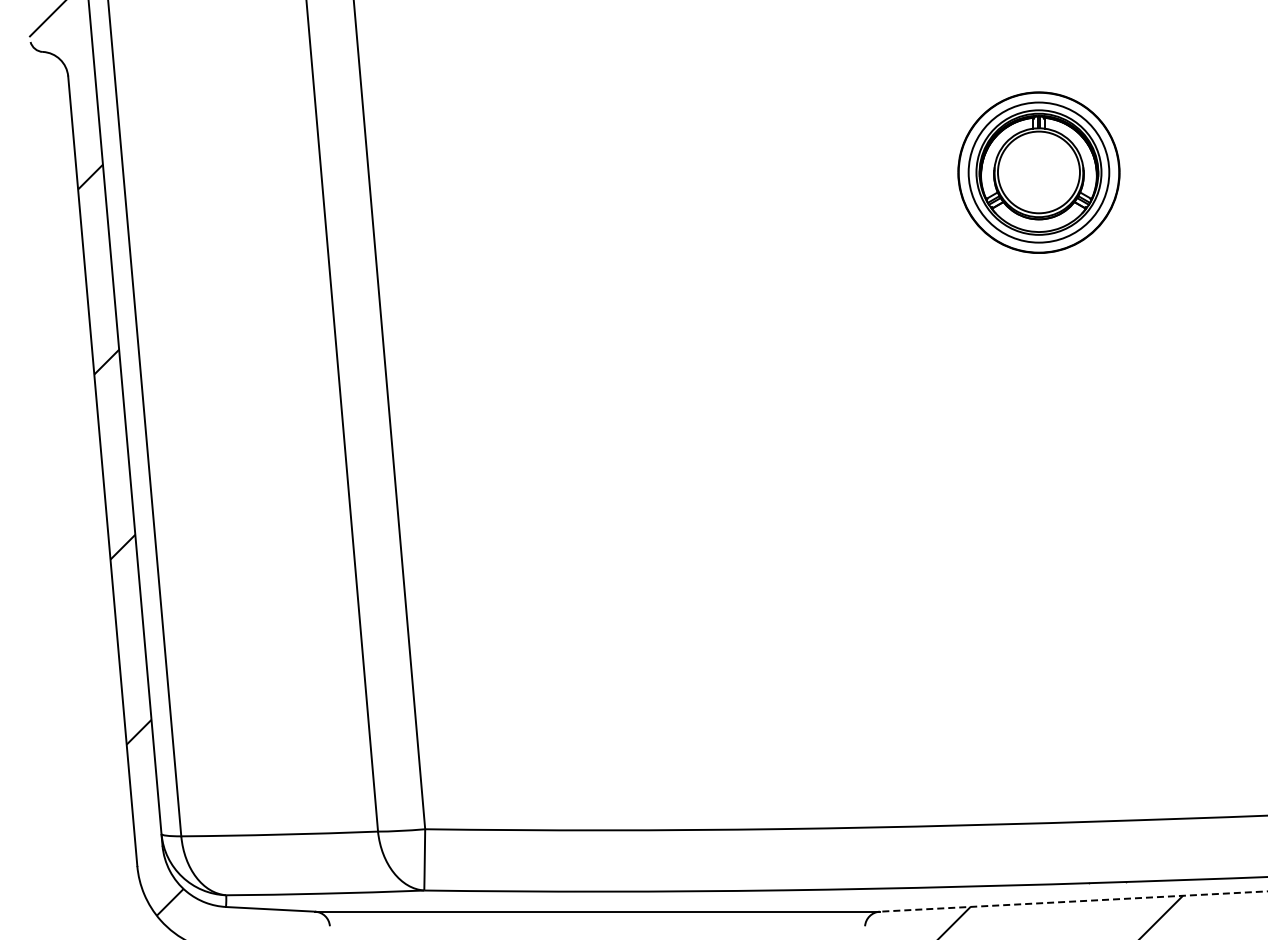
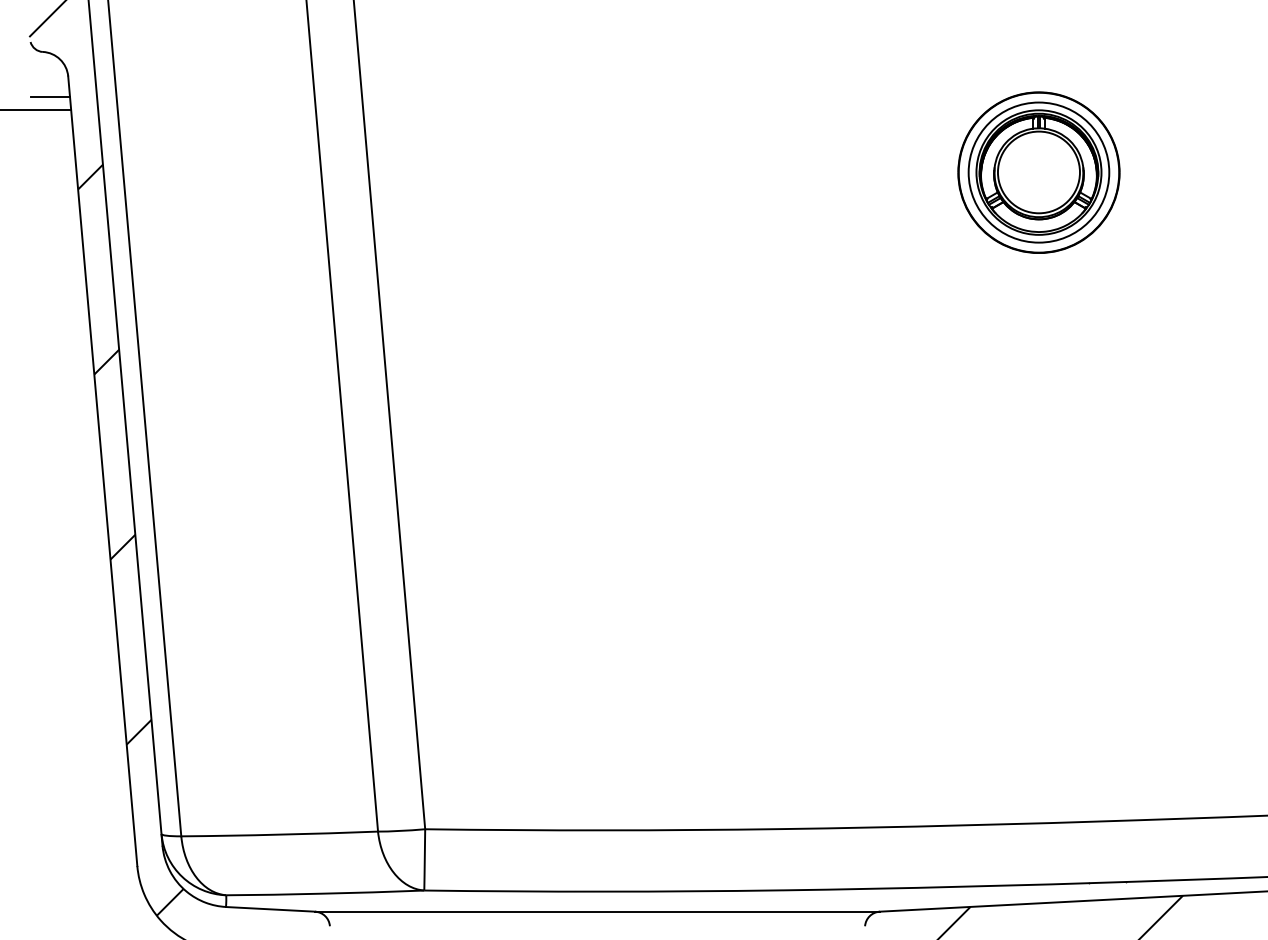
line at (50, 96): none -> present
line at (36, 110): none -> present
line at (1073, 901): dashed -> solid
